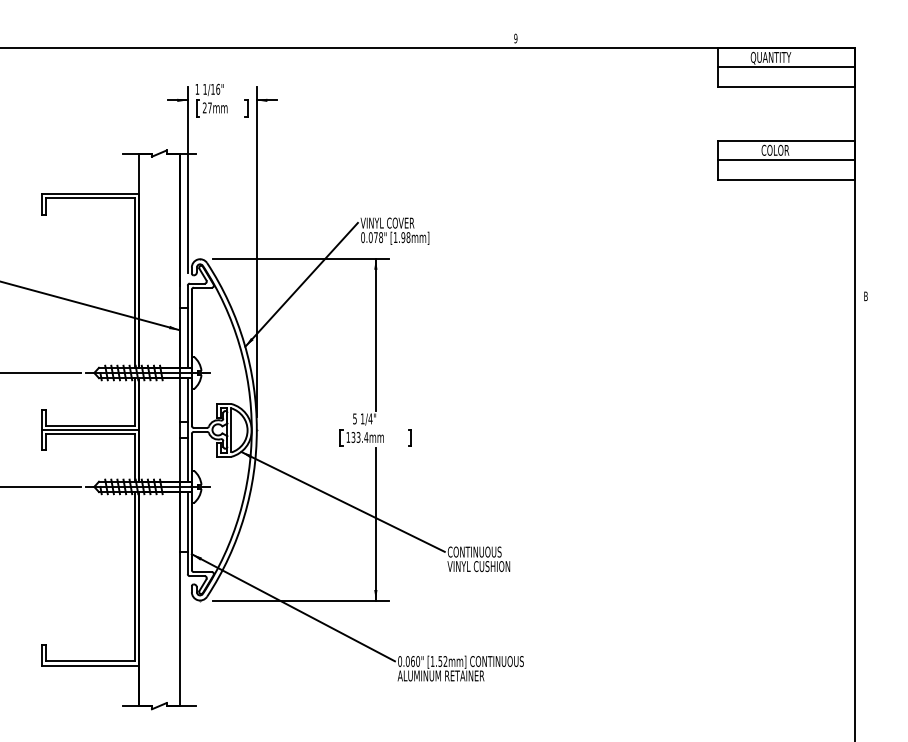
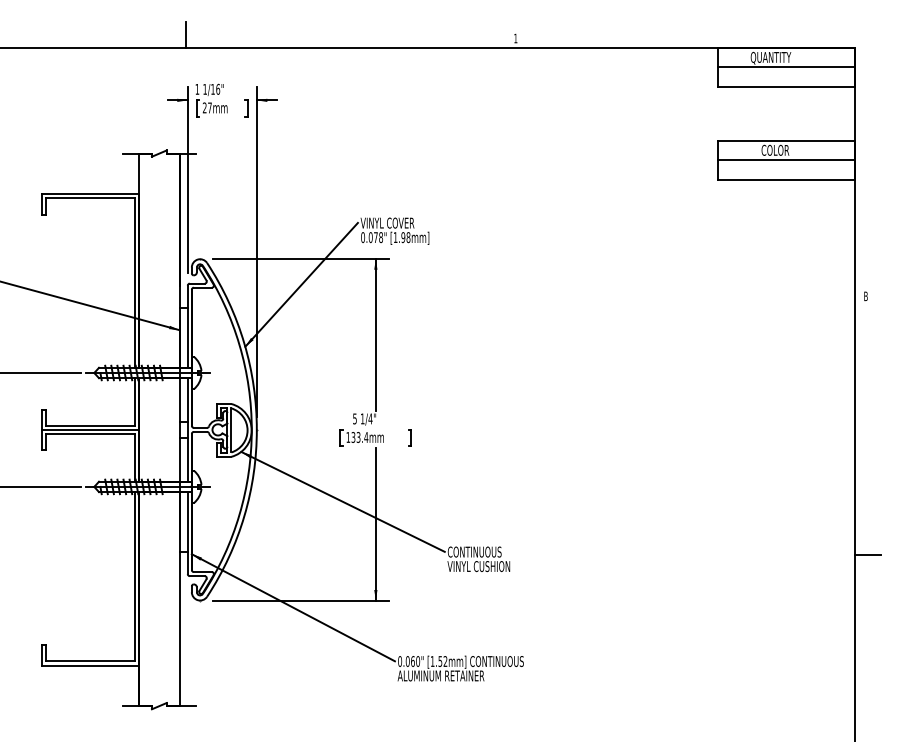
line at (185, 34): none -> present
text at (515, 38): 9 -> 1
line at (867, 554): none -> present
